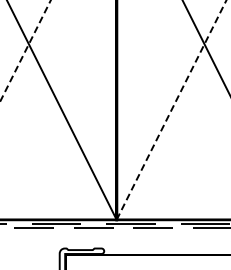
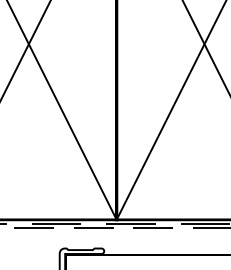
line at (25, 50): dashed -> solid
line at (171, 109): dashed -> solid
